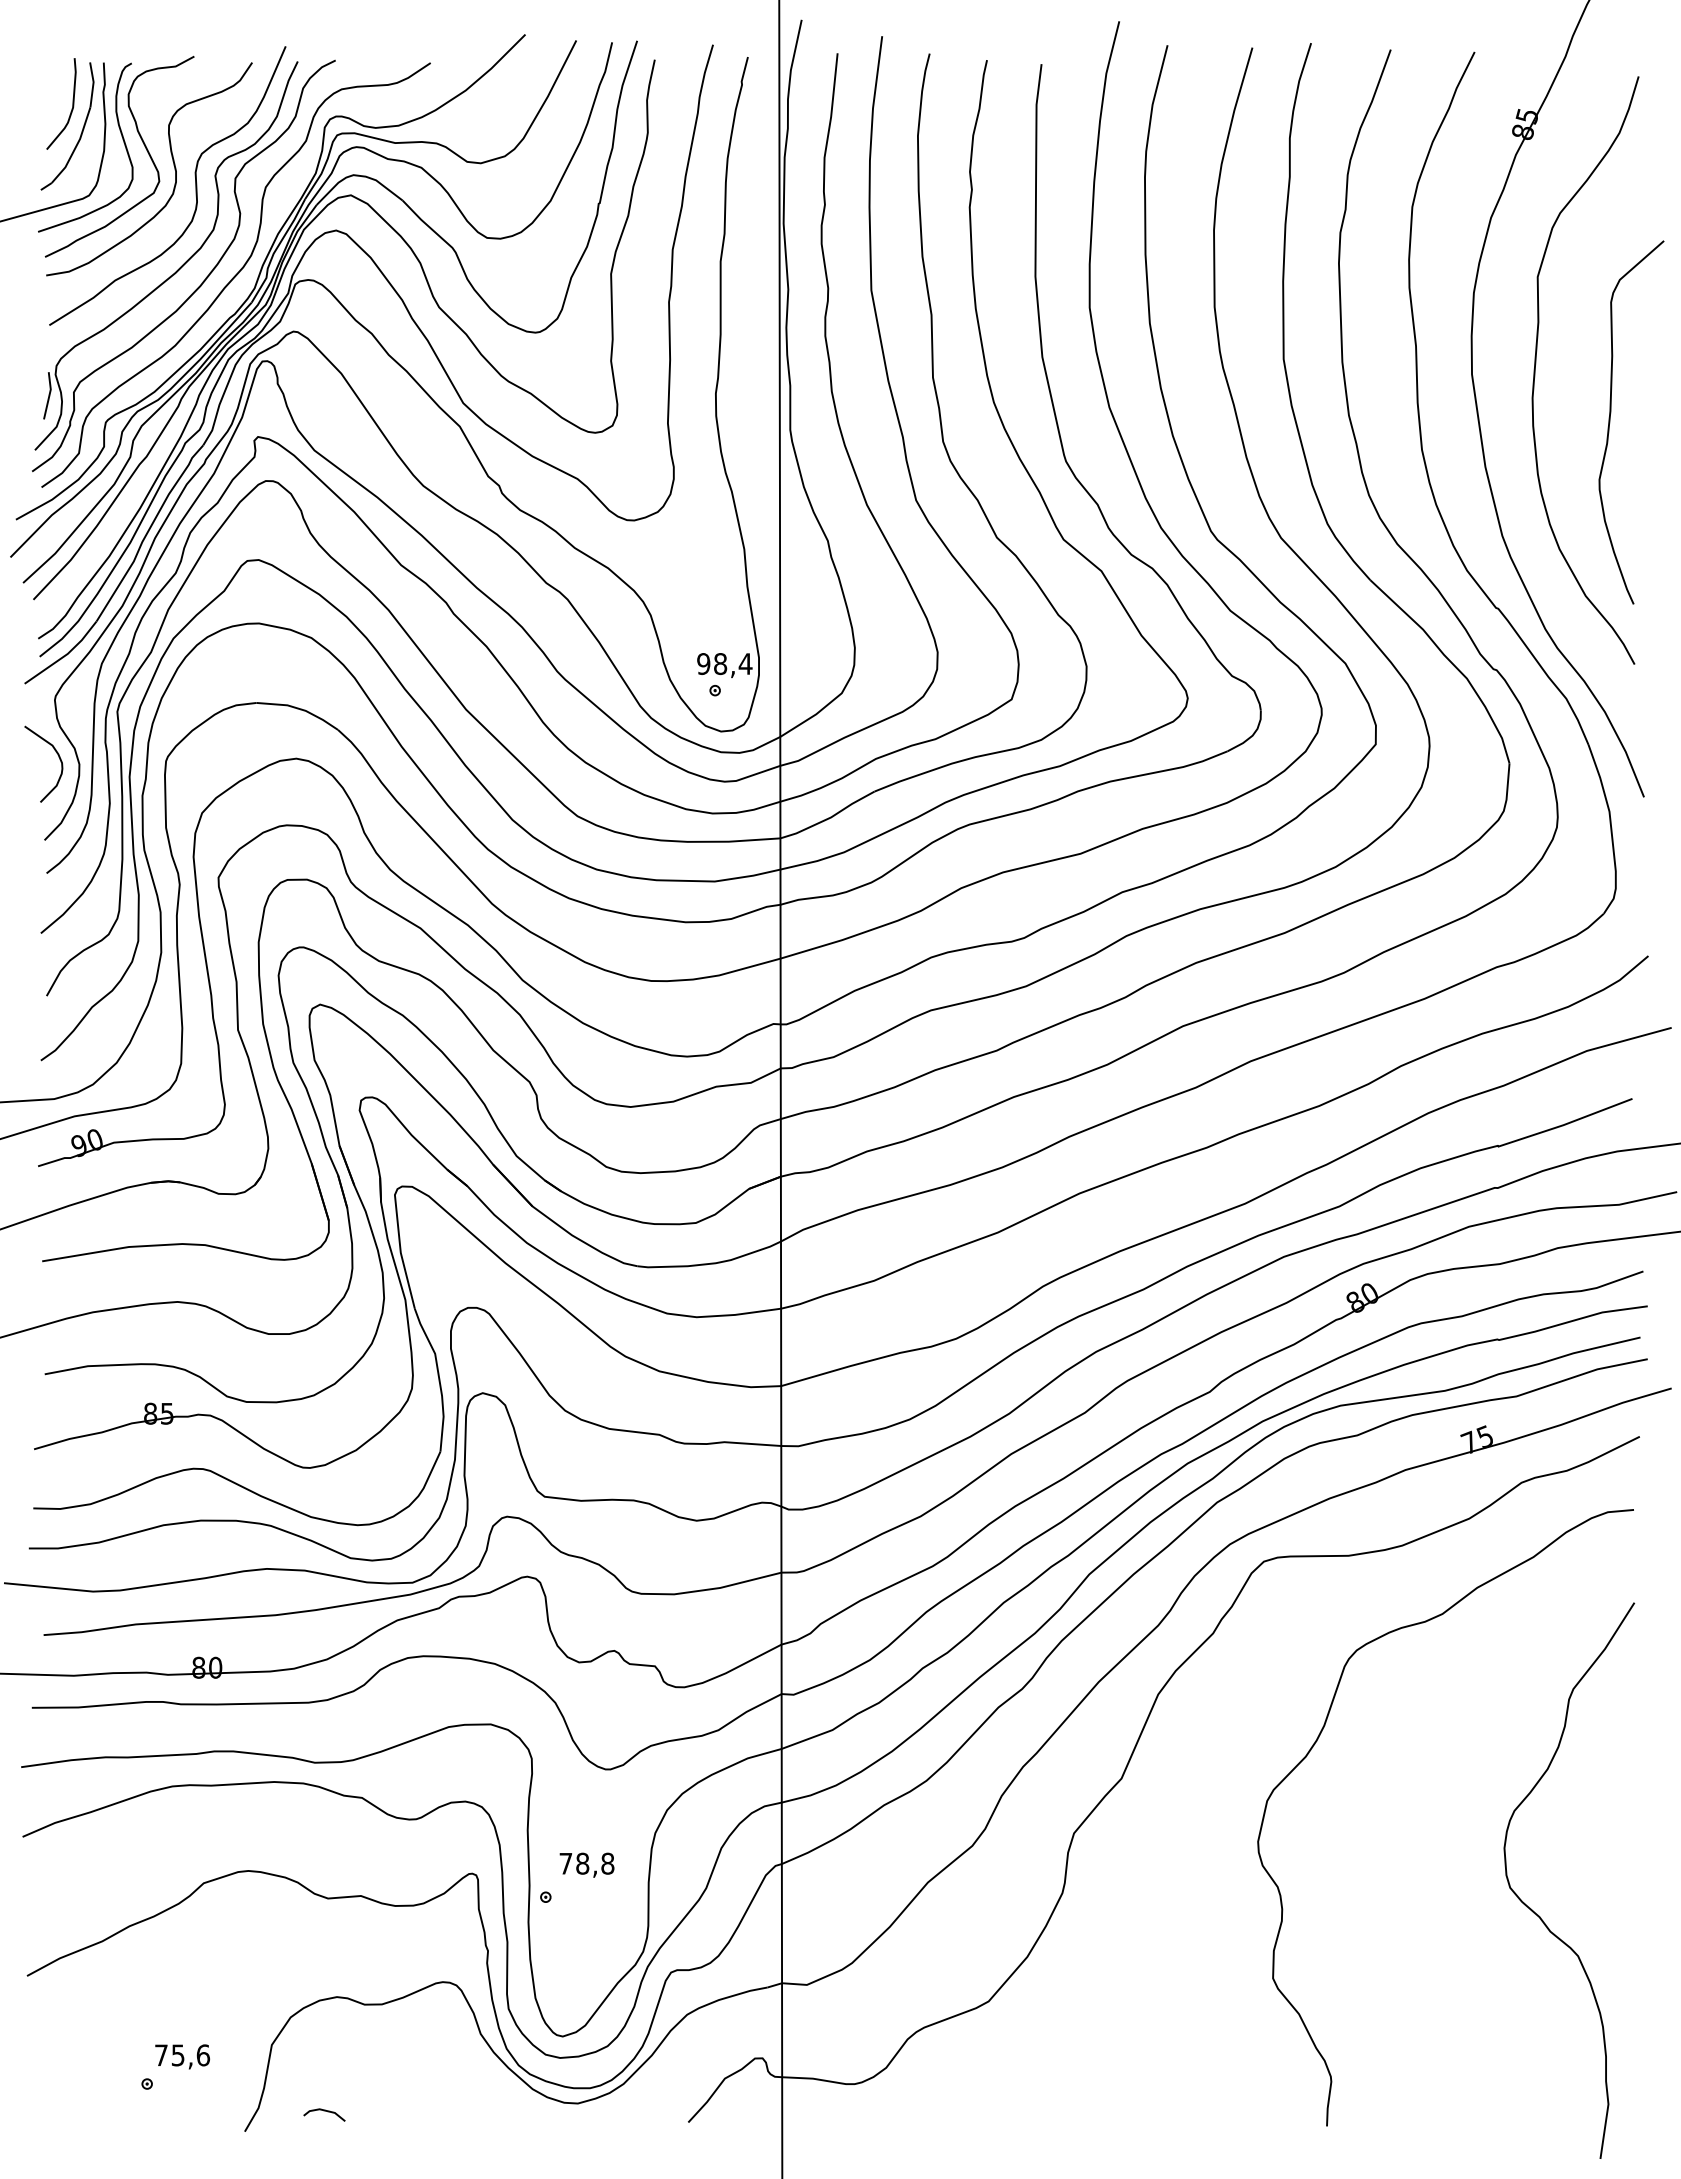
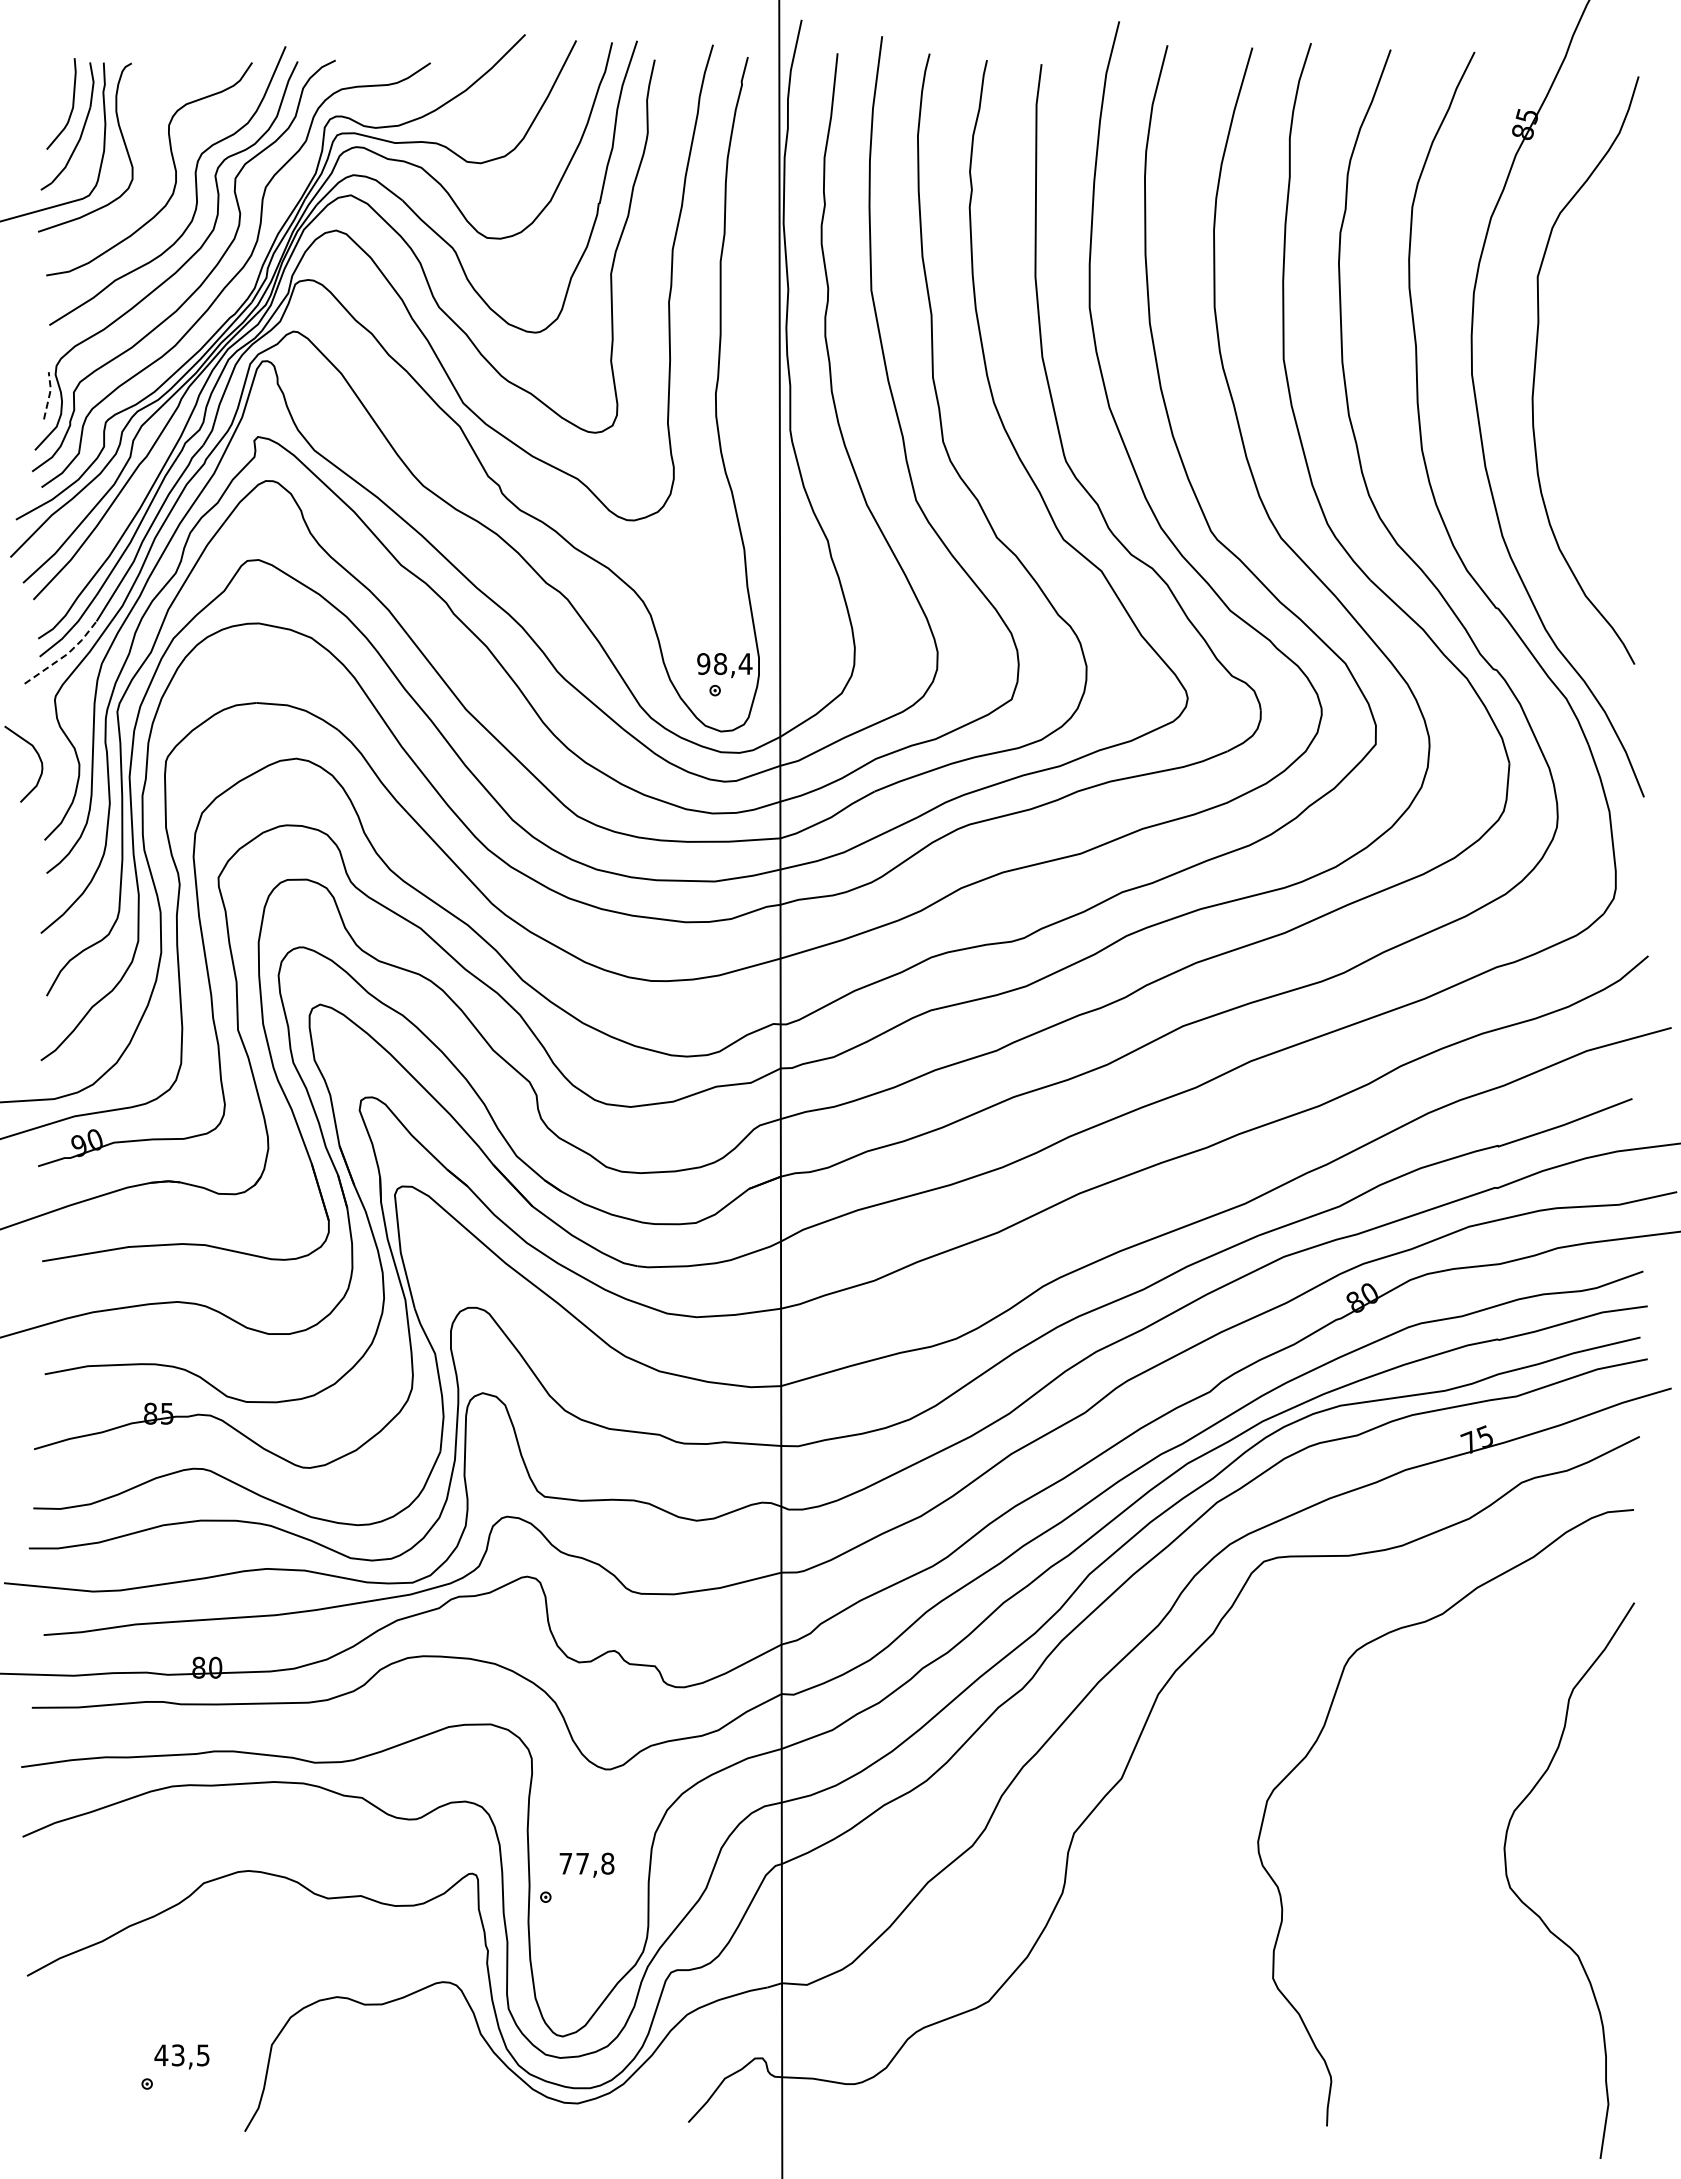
curve at (143, 144): present -> none
line at (49, 395): solid -> dashed
curve at (1610, 422): present -> none
line at (65, 655): solid -> dashed
curve at (57, 755) position: (57, 755) -> (37, 755)
text at (582, 1863): 78,8 -> 77,8
text at (182, 2055): 75,6 -> 43,5
line at (324, 2111): present -> none
